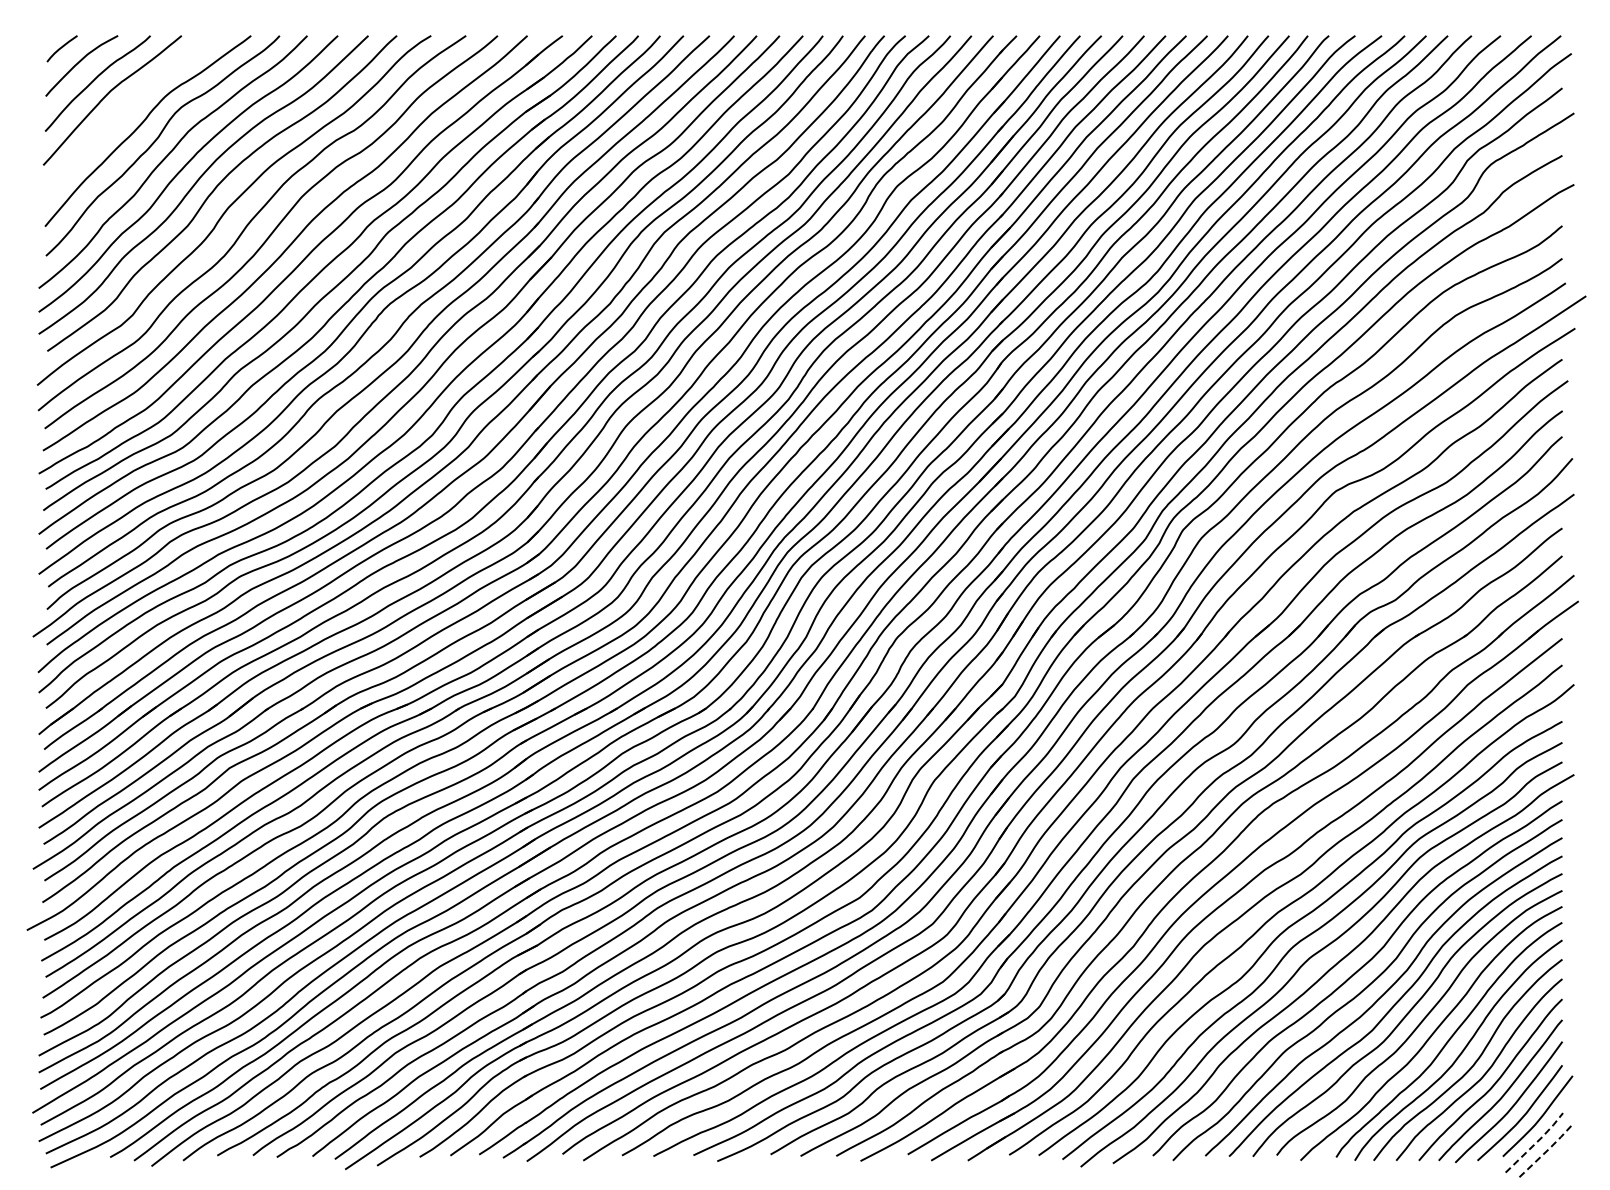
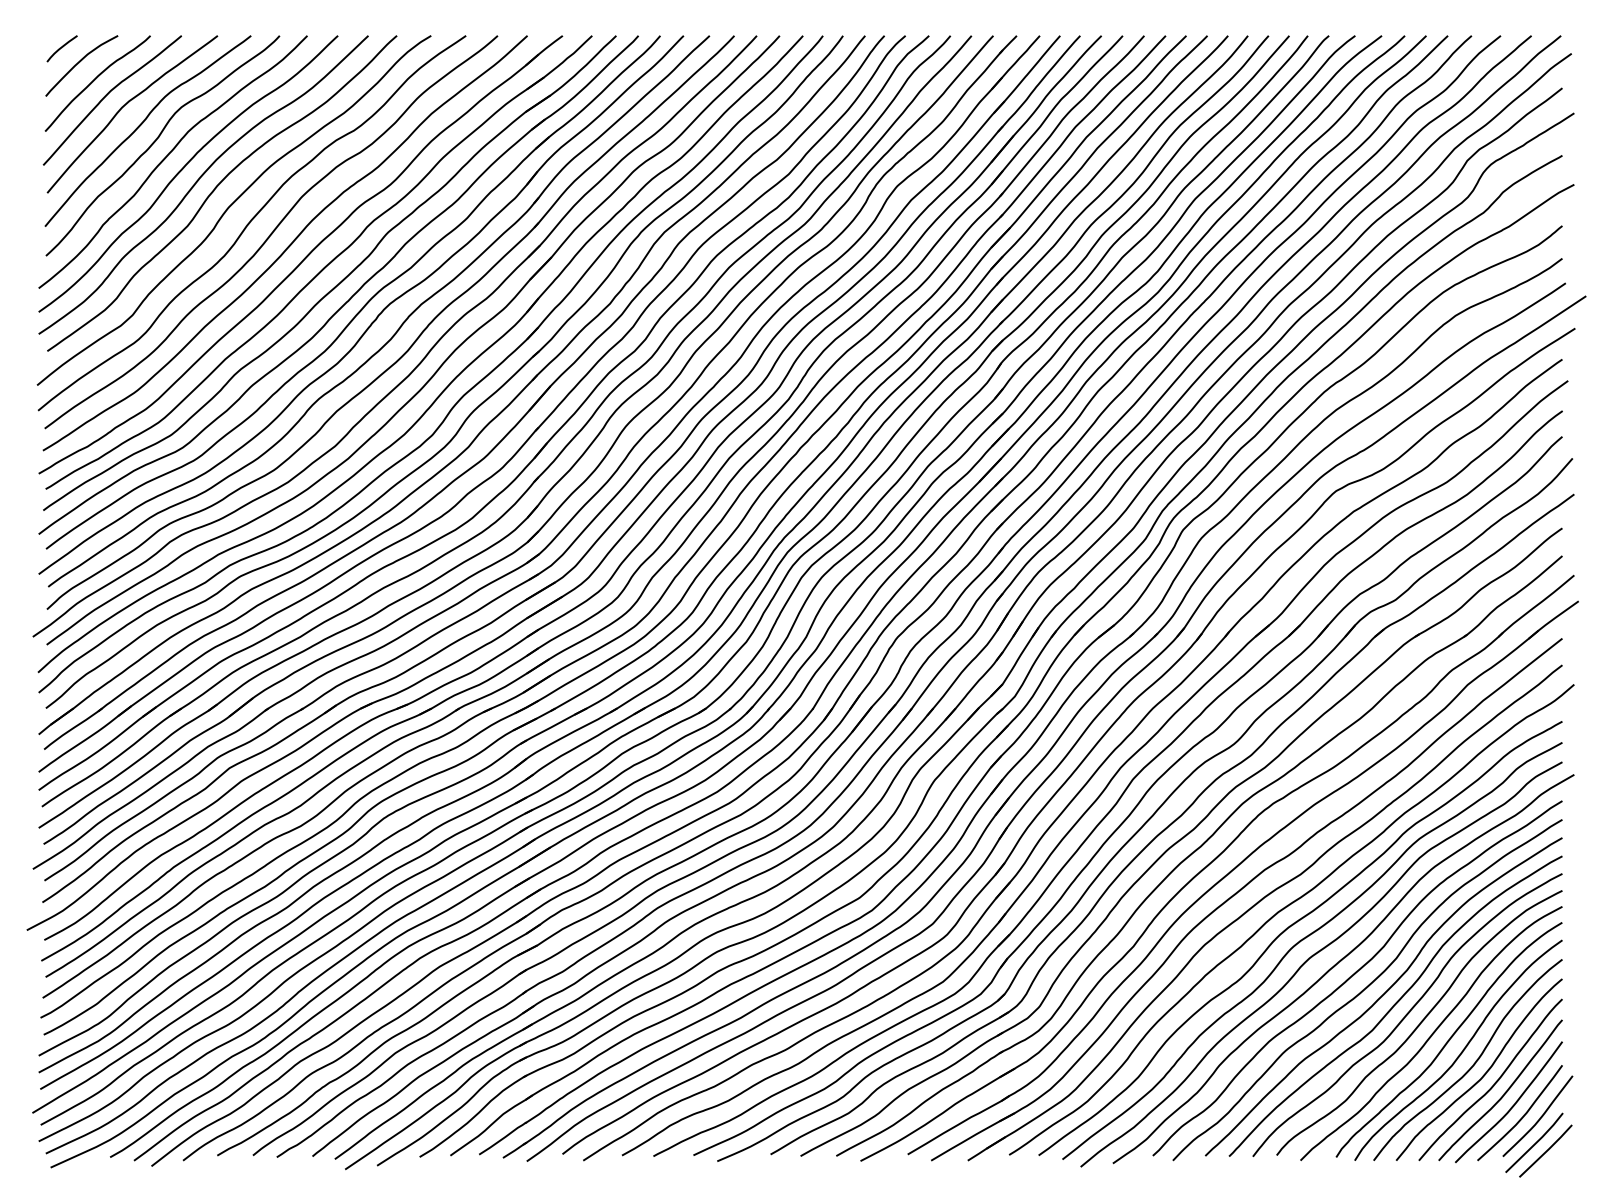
curve at (127, 104): none -> present
line at (1536, 1142): dashed -> solid
line at (1547, 1150): dashed -> solid
